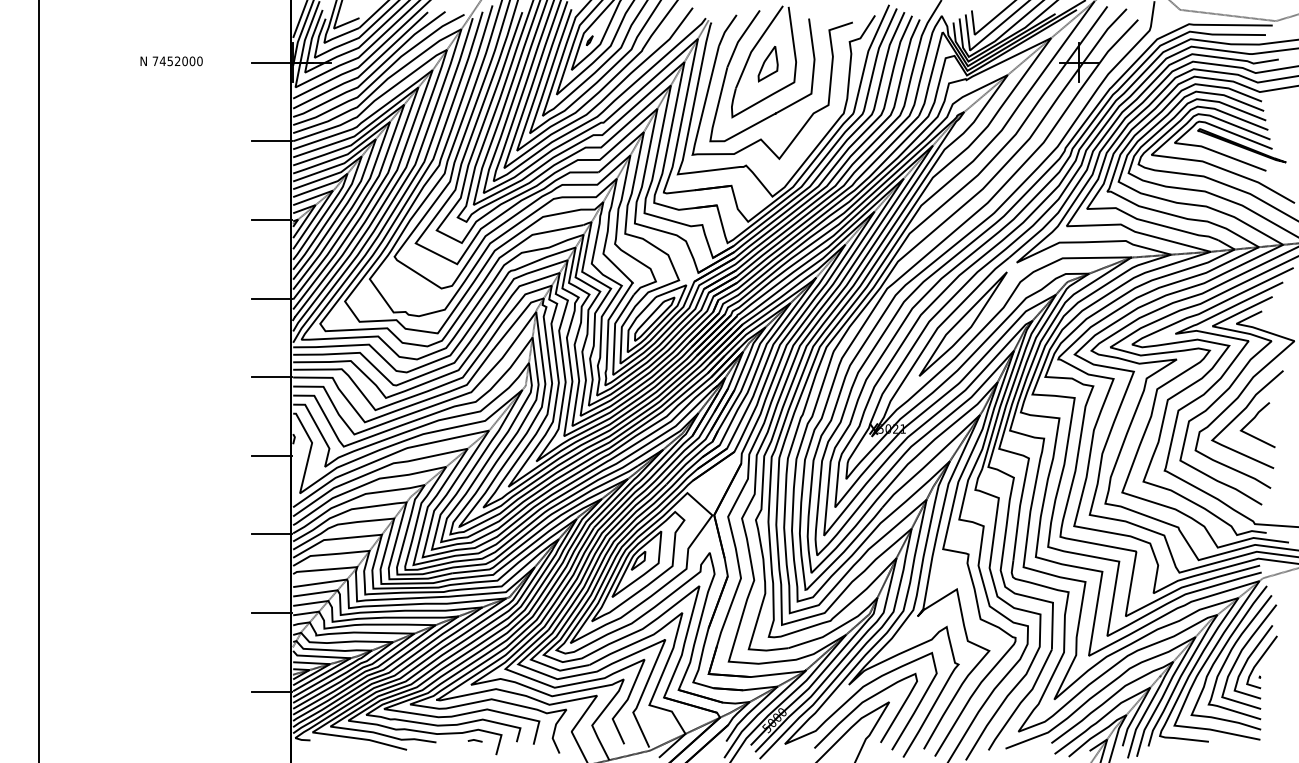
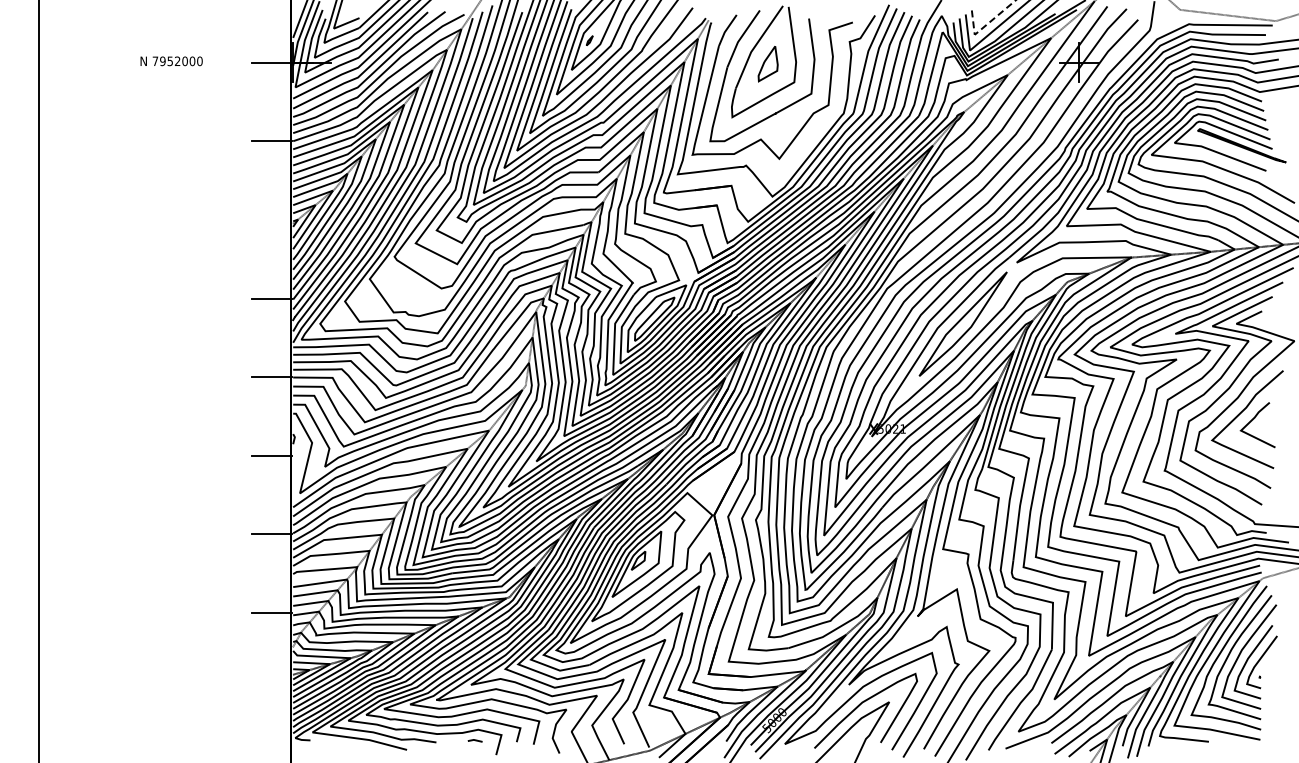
line at (985, 25): solid -> dashed
text at (162, 61): 7452000 -> 7952000
line at (271, 219): present -> none
line at (271, 691): present -> none
